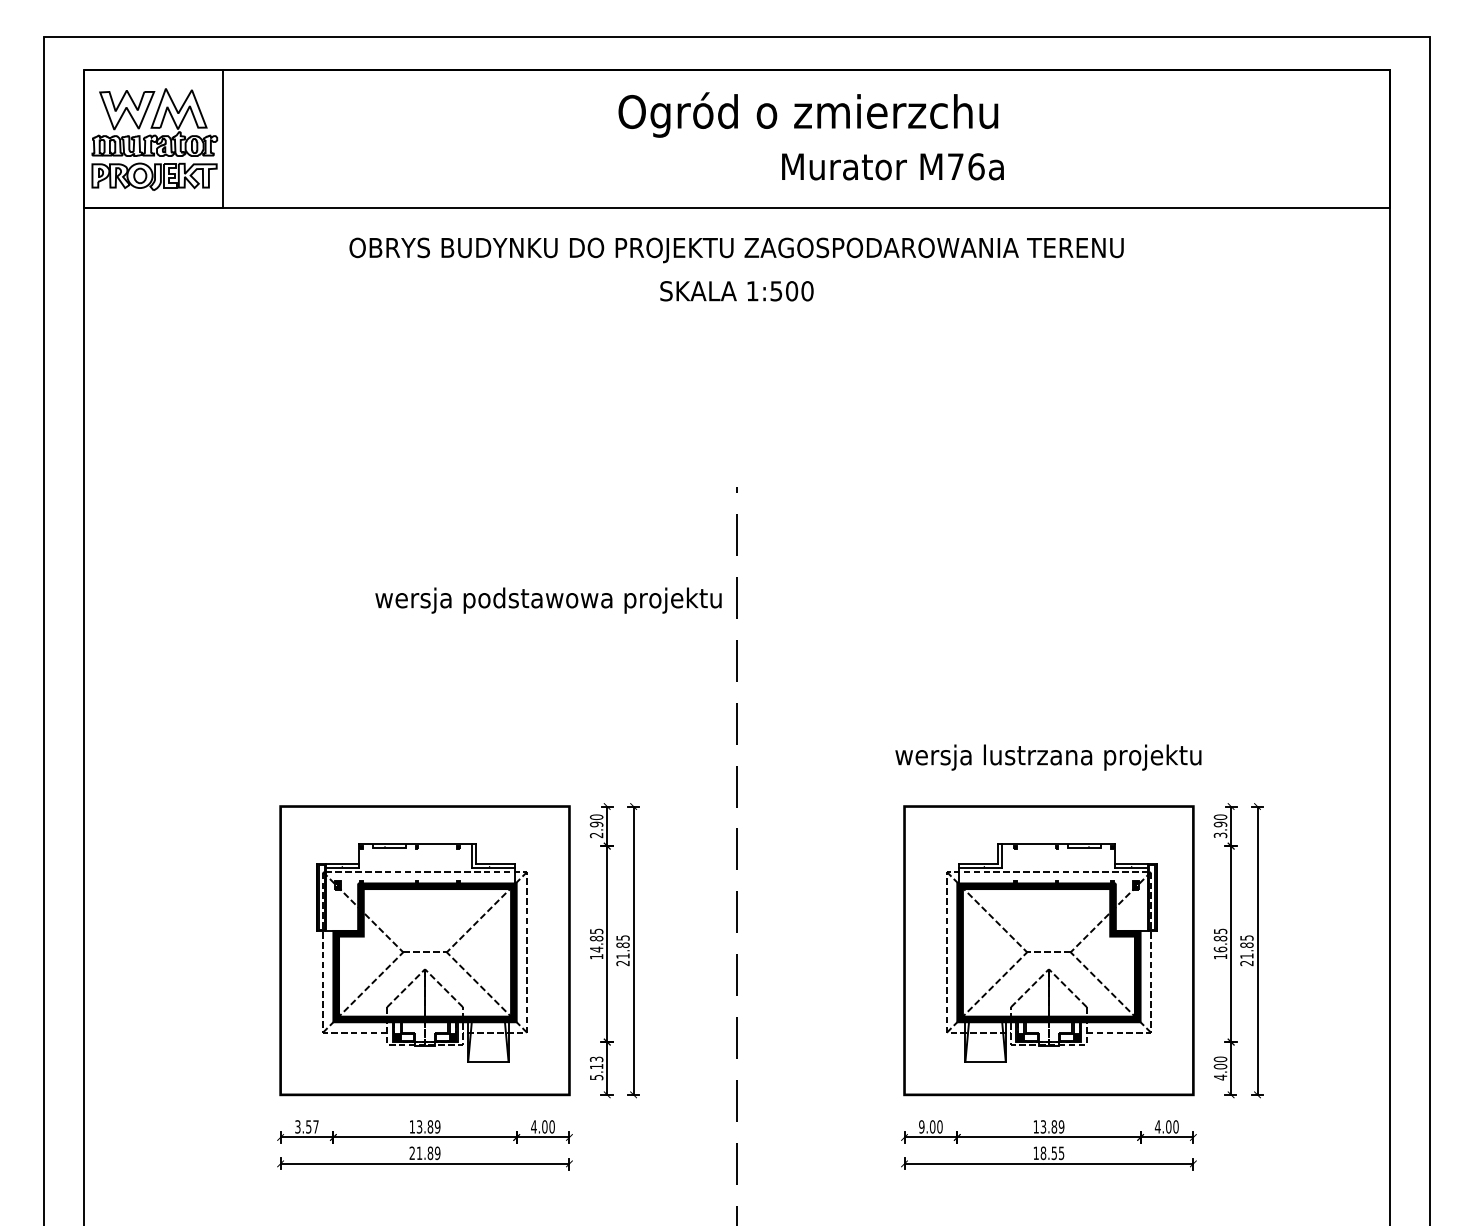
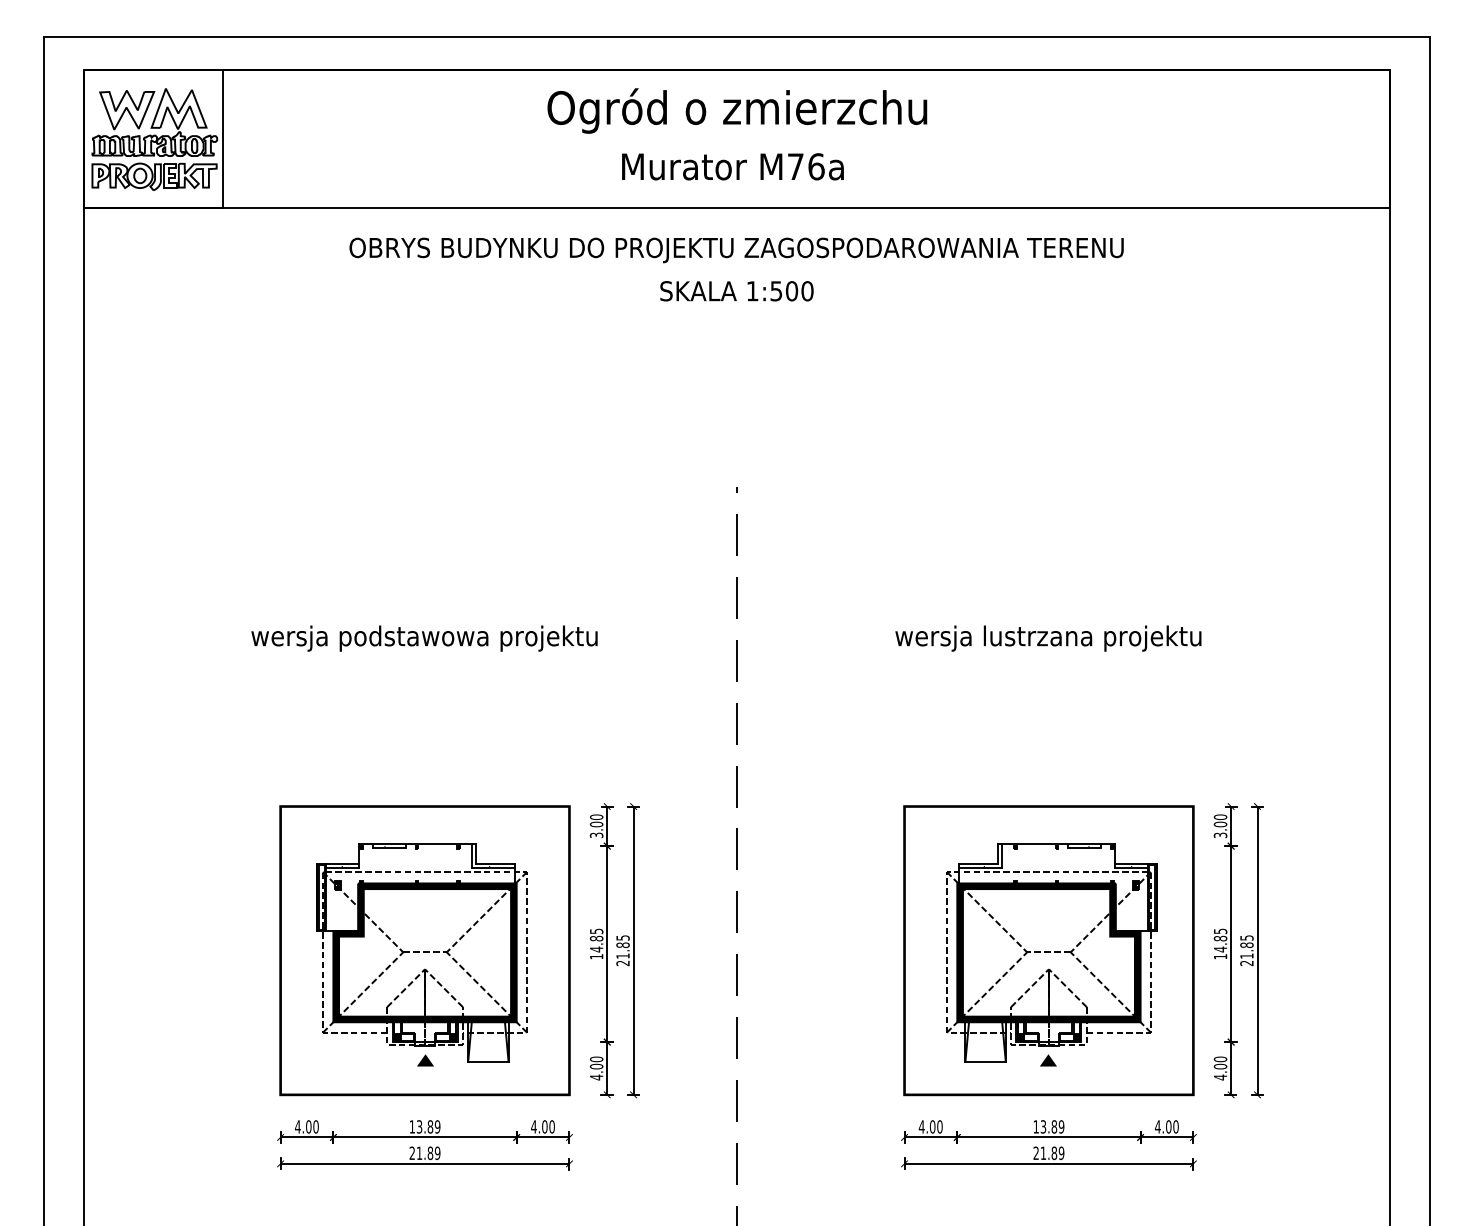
text at (808, 114) position: (808, 114) -> (737, 110)
text at (892, 166) position: (892, 166) -> (732, 166)
text at (548, 600) position: (548, 600) -> (424, 638)
text at (1048, 757) position: (1048, 757) -> (1048, 638)
text at (1220, 824): 3.90 -> 3.00
text at (596, 829): 2.90 -> 3.00
text at (1220, 949): 16.85 -> 14.85
fill at (425, 1060): none -> present
fill at (1048, 1060): none -> present
text at (596, 1068): 5.13 -> 4.00
text at (306, 1126): 3.57 -> 4.00
text at (921, 1126): 9.00 -> 4.00
text at (1048, 1153): 18.55 -> 21.89
